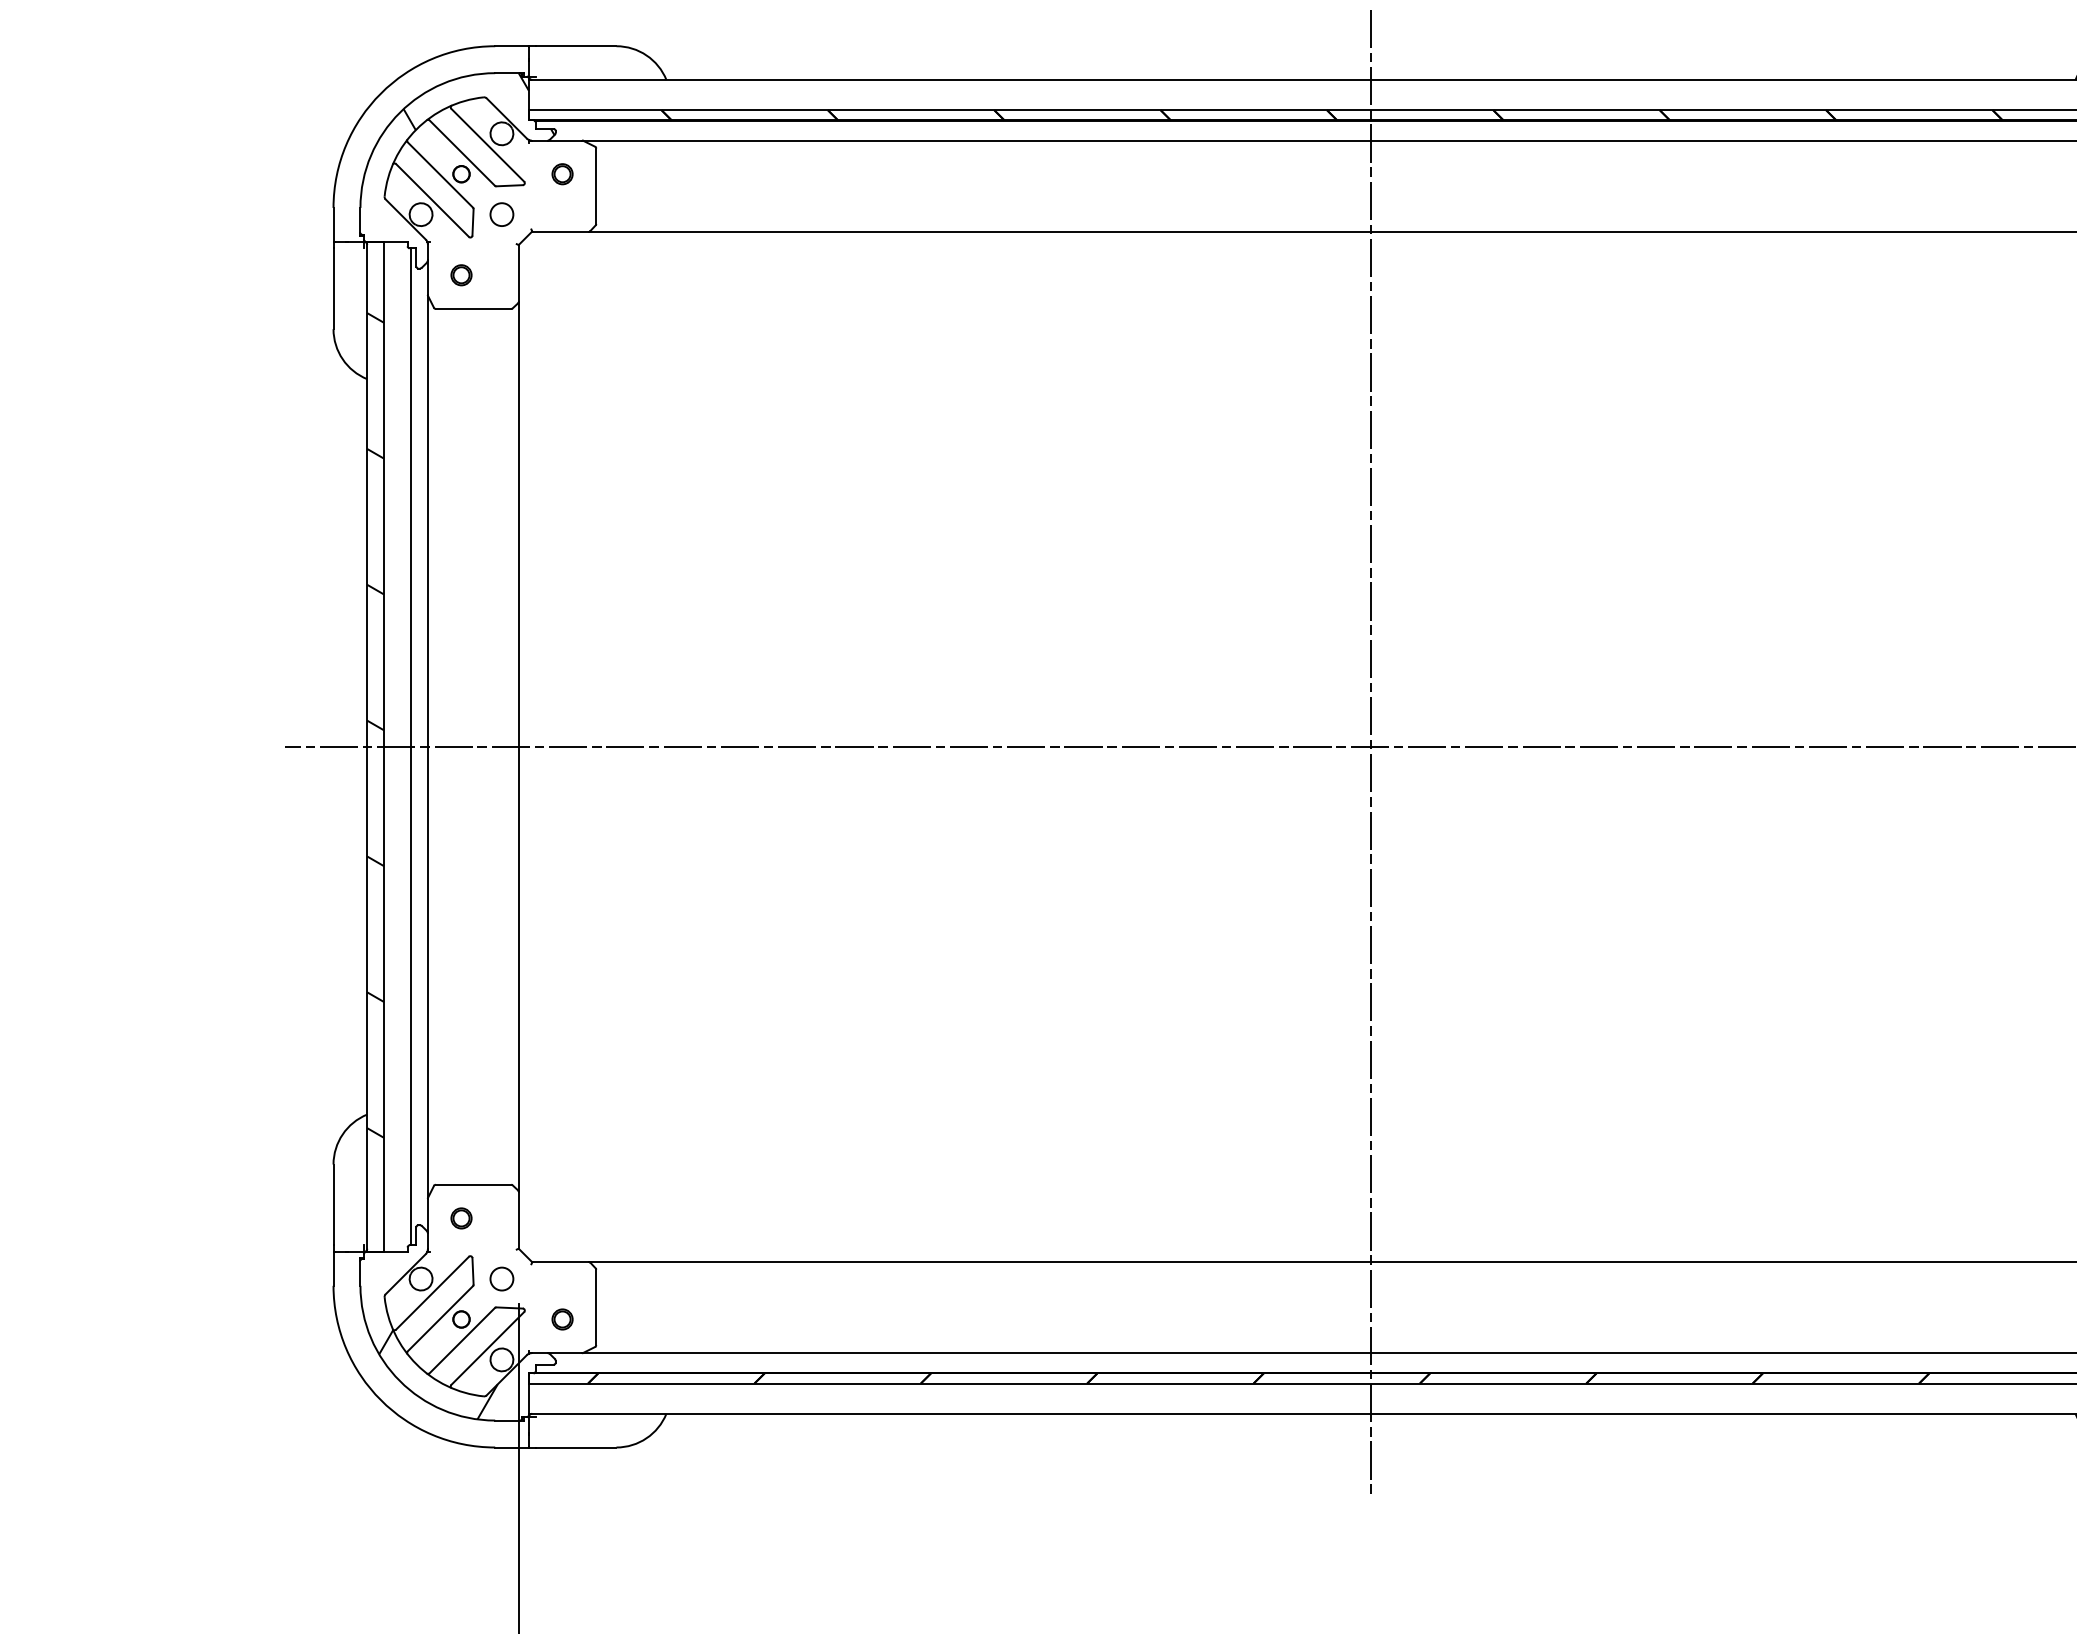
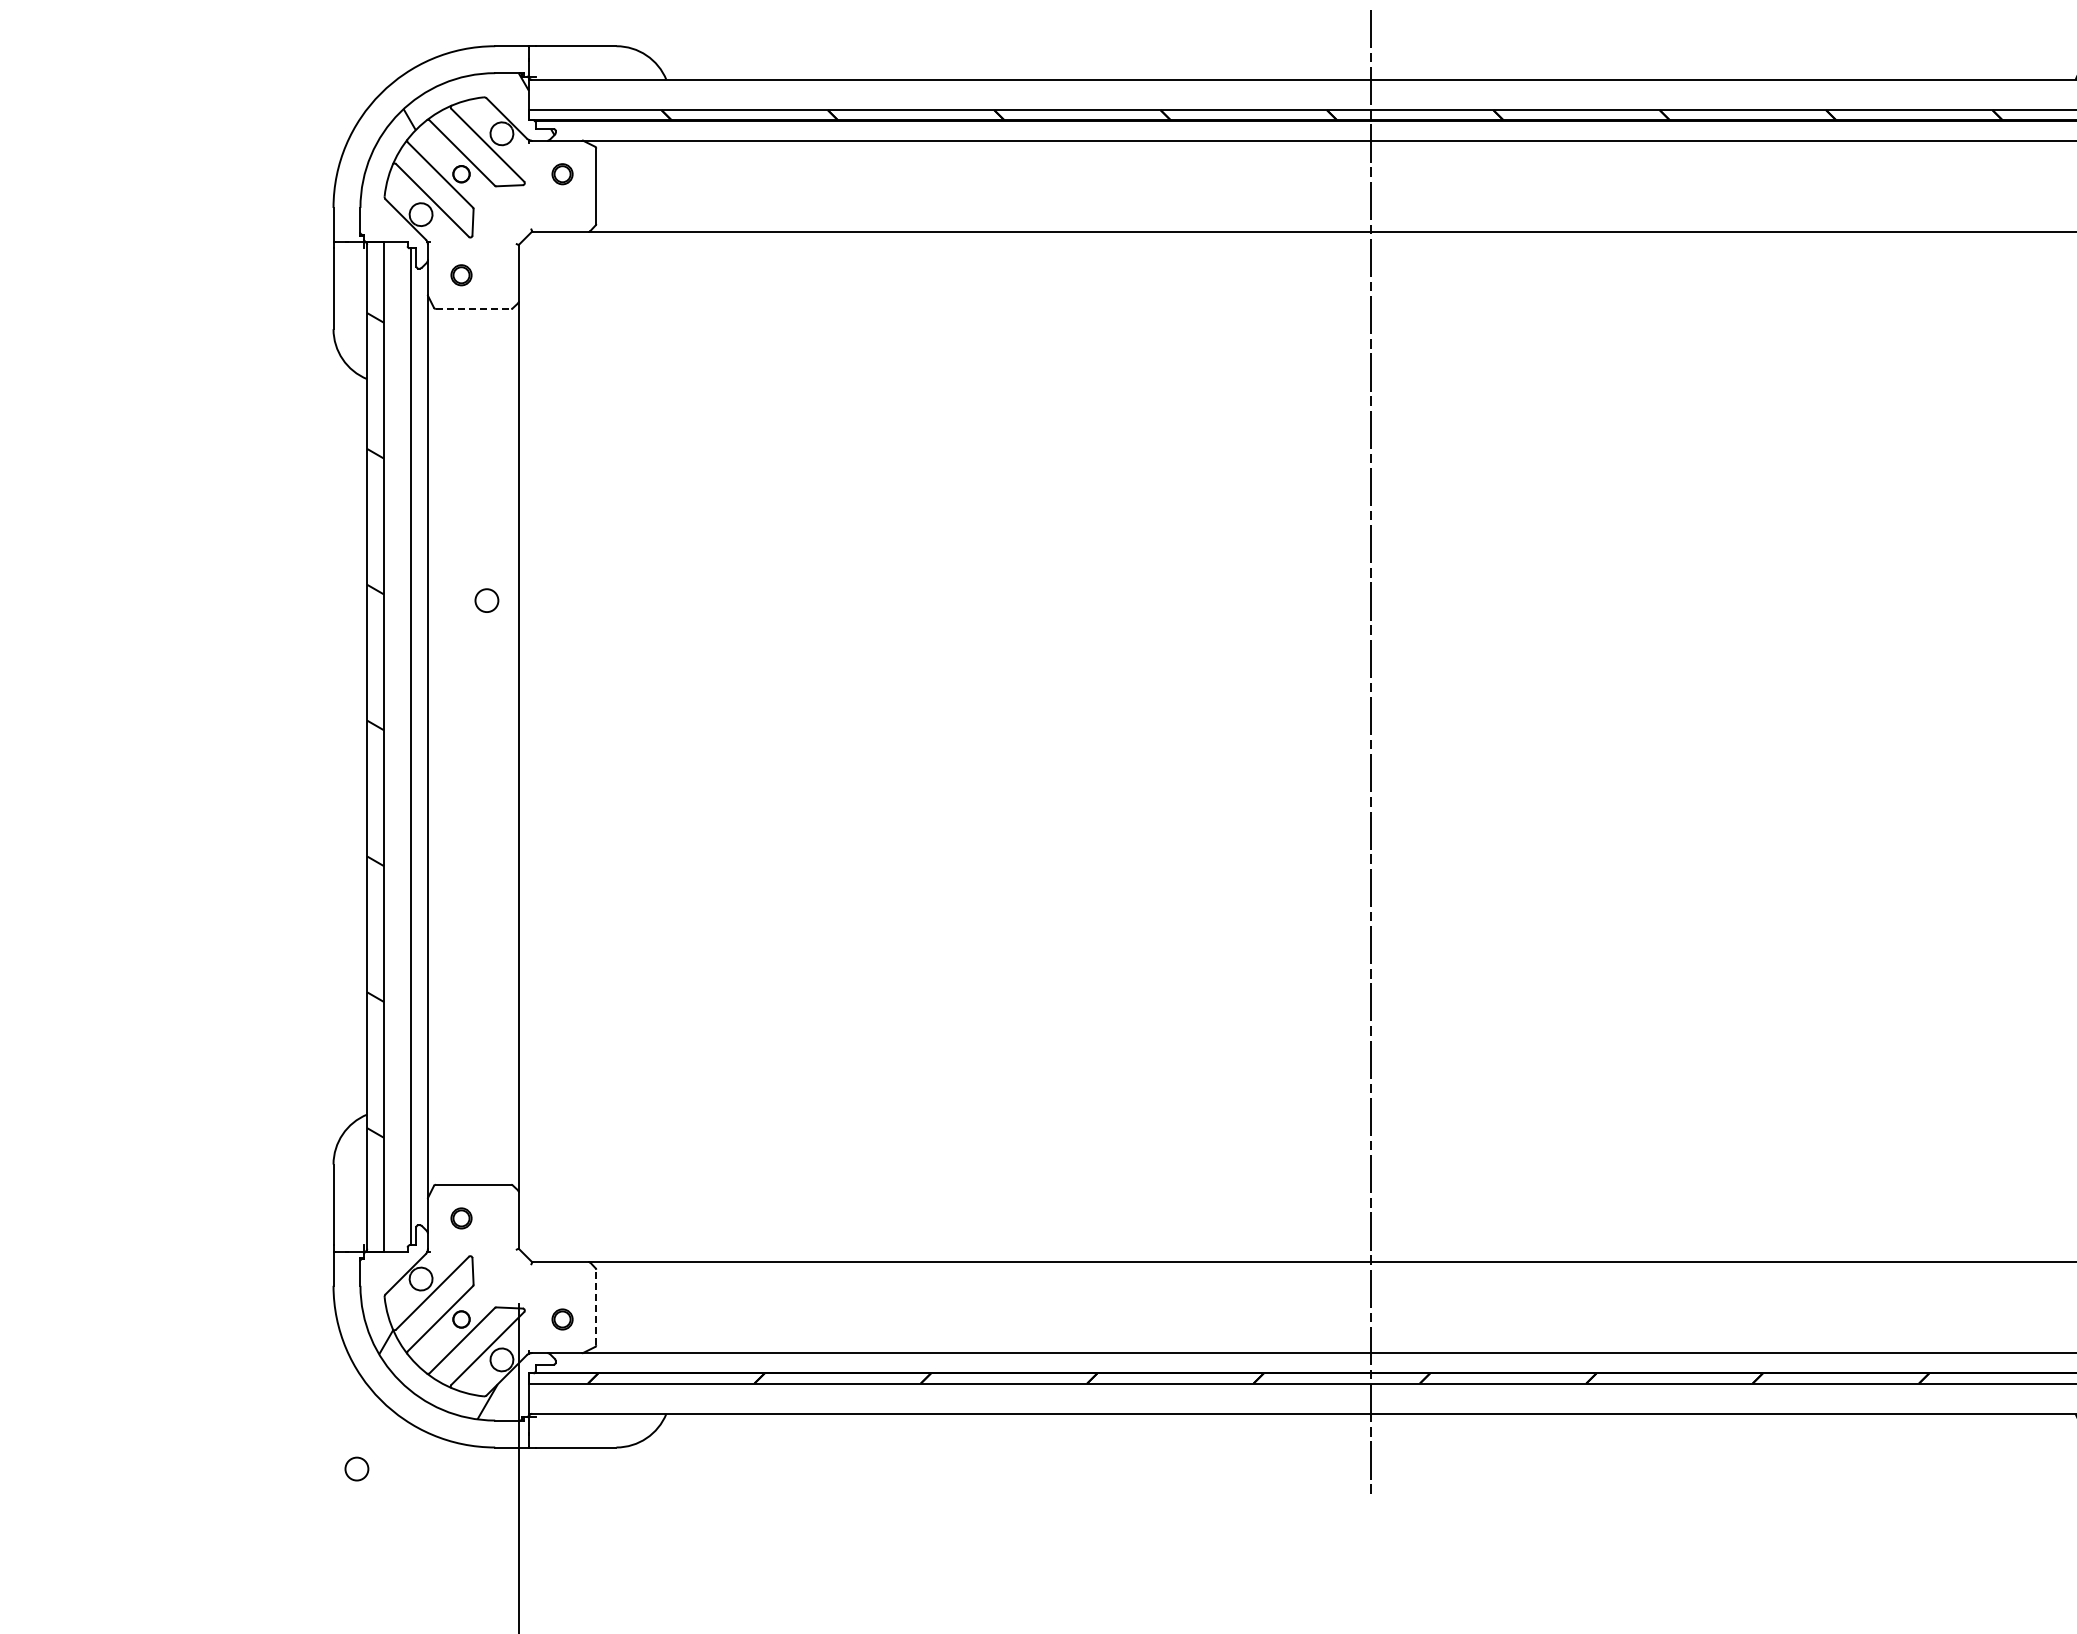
circle at (501, 214) position: (501, 214) -> (486, 600)
line at (473, 308): solid -> dashed
line at (1178, 746): present -> none
circle at (501, 1278) position: (501, 1278) -> (356, 1468)
line at (596, 1307): solid -> dashed
